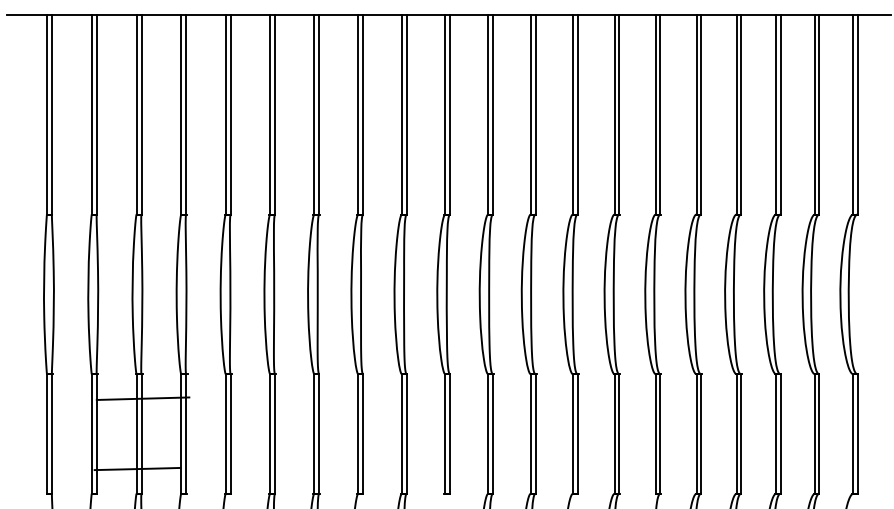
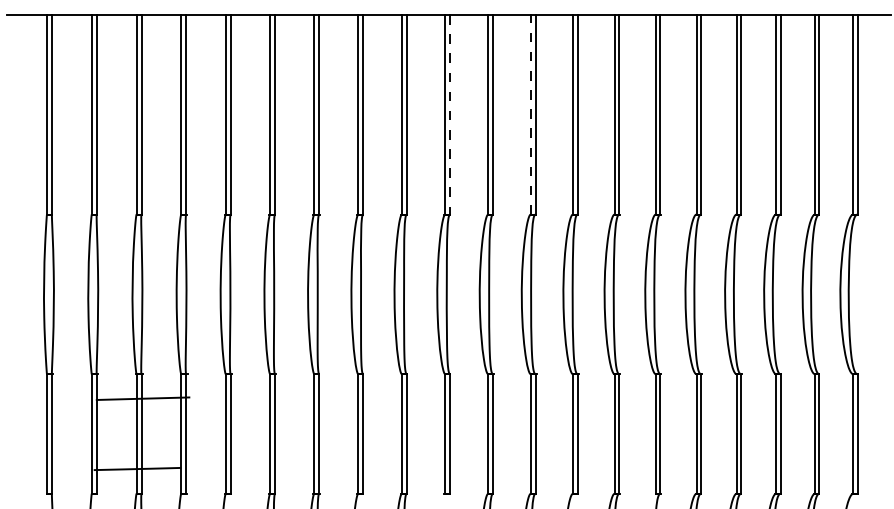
line at (450, 114): solid -> dashed
line at (530, 114): solid -> dashed
